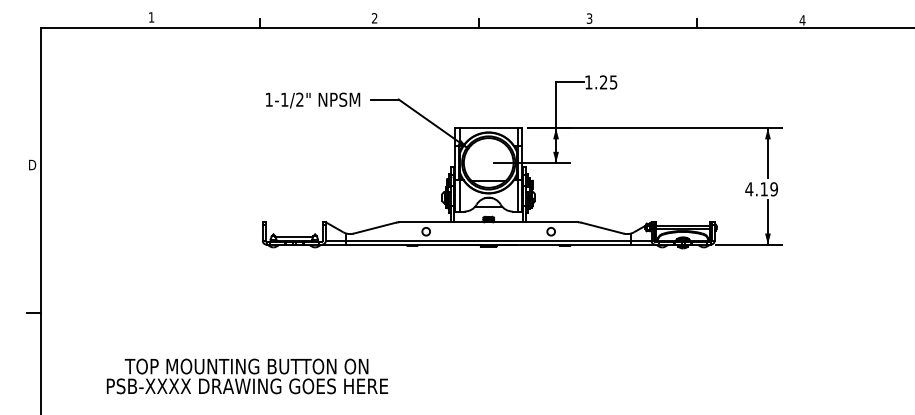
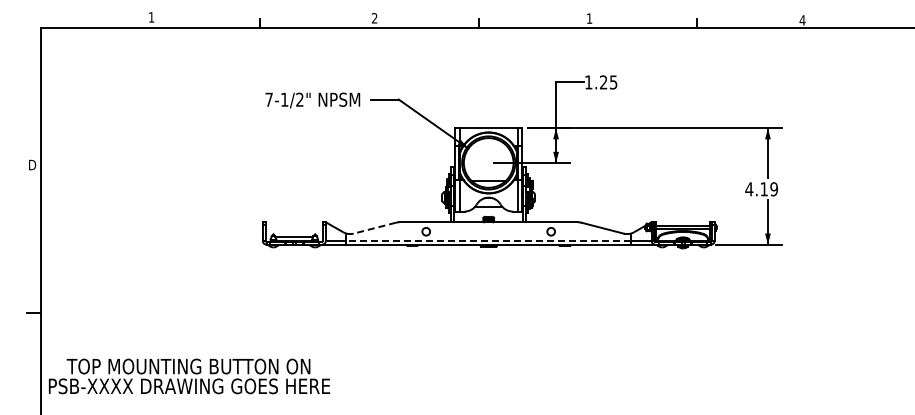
text at (589, 18): 3 -> 1
text at (268, 99): 1-1/2" -> 7-1/2"
line at (374, 228): solid -> dashed
line at (488, 240): solid -> dashed
text at (247, 376) position: (247, 376) -> (189, 376)
